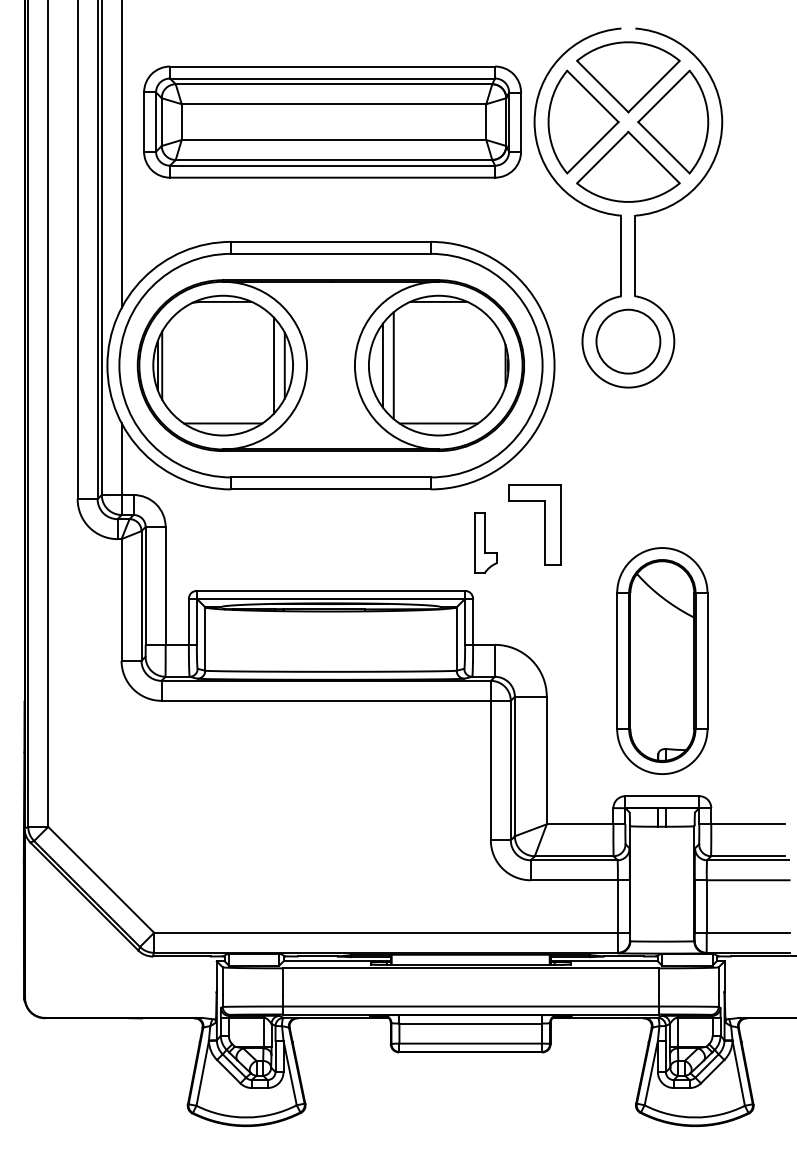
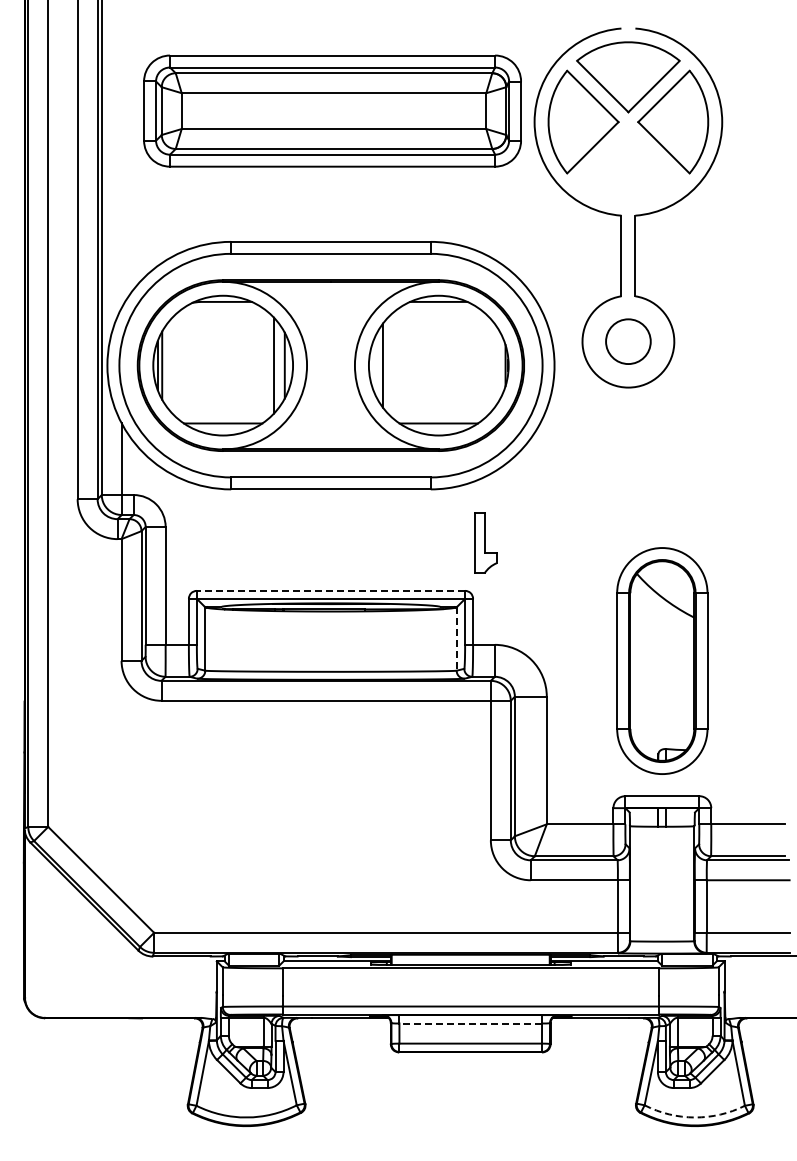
part at (332, 121) position: (332, 121) -> (332, 110)
line at (121, 154): present -> none
part at (628, 166): present -> none
circle at (628, 341) diameter: 64 px -> 45 px
line at (393, 365): present -> none
part at (544, 524): present -> none
line at (330, 590): solid -> dashed
line at (456, 639): solid -> dashed
line at (470, 1023): solid -> dashed
arc at (694, 1117): solid -> dashed
